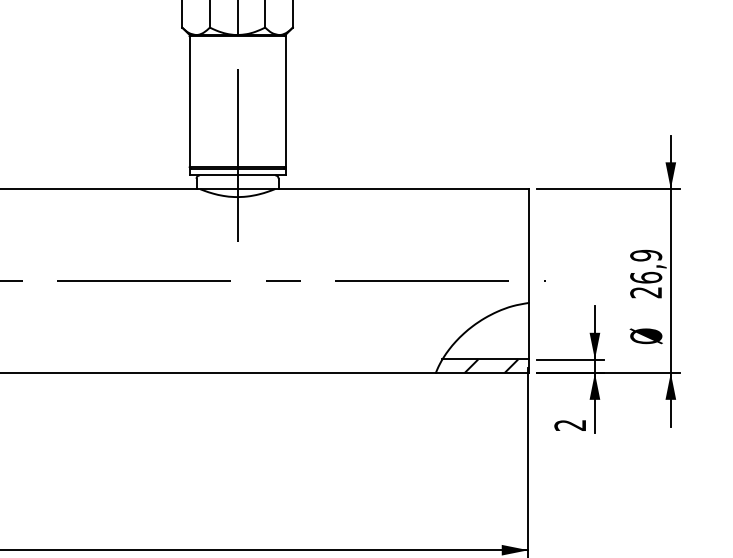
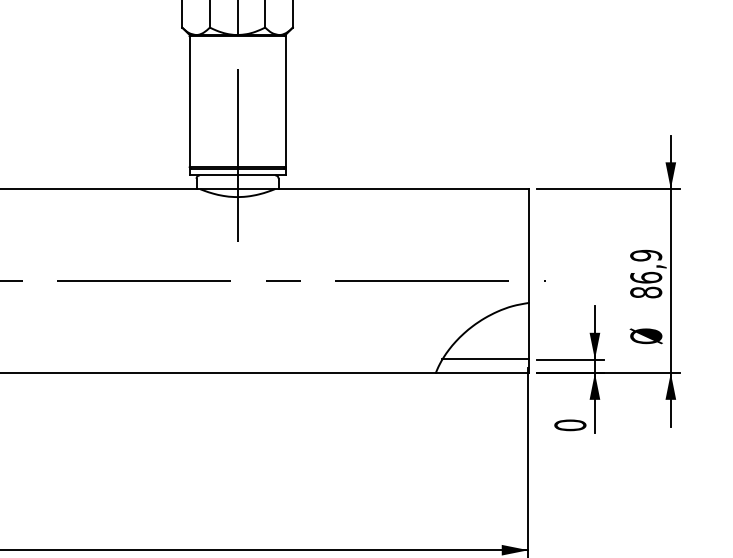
text at (646, 292): 26,9 -> 86,9
hatch at (491, 366): present -> none
text at (570, 425): 2 -> 0
